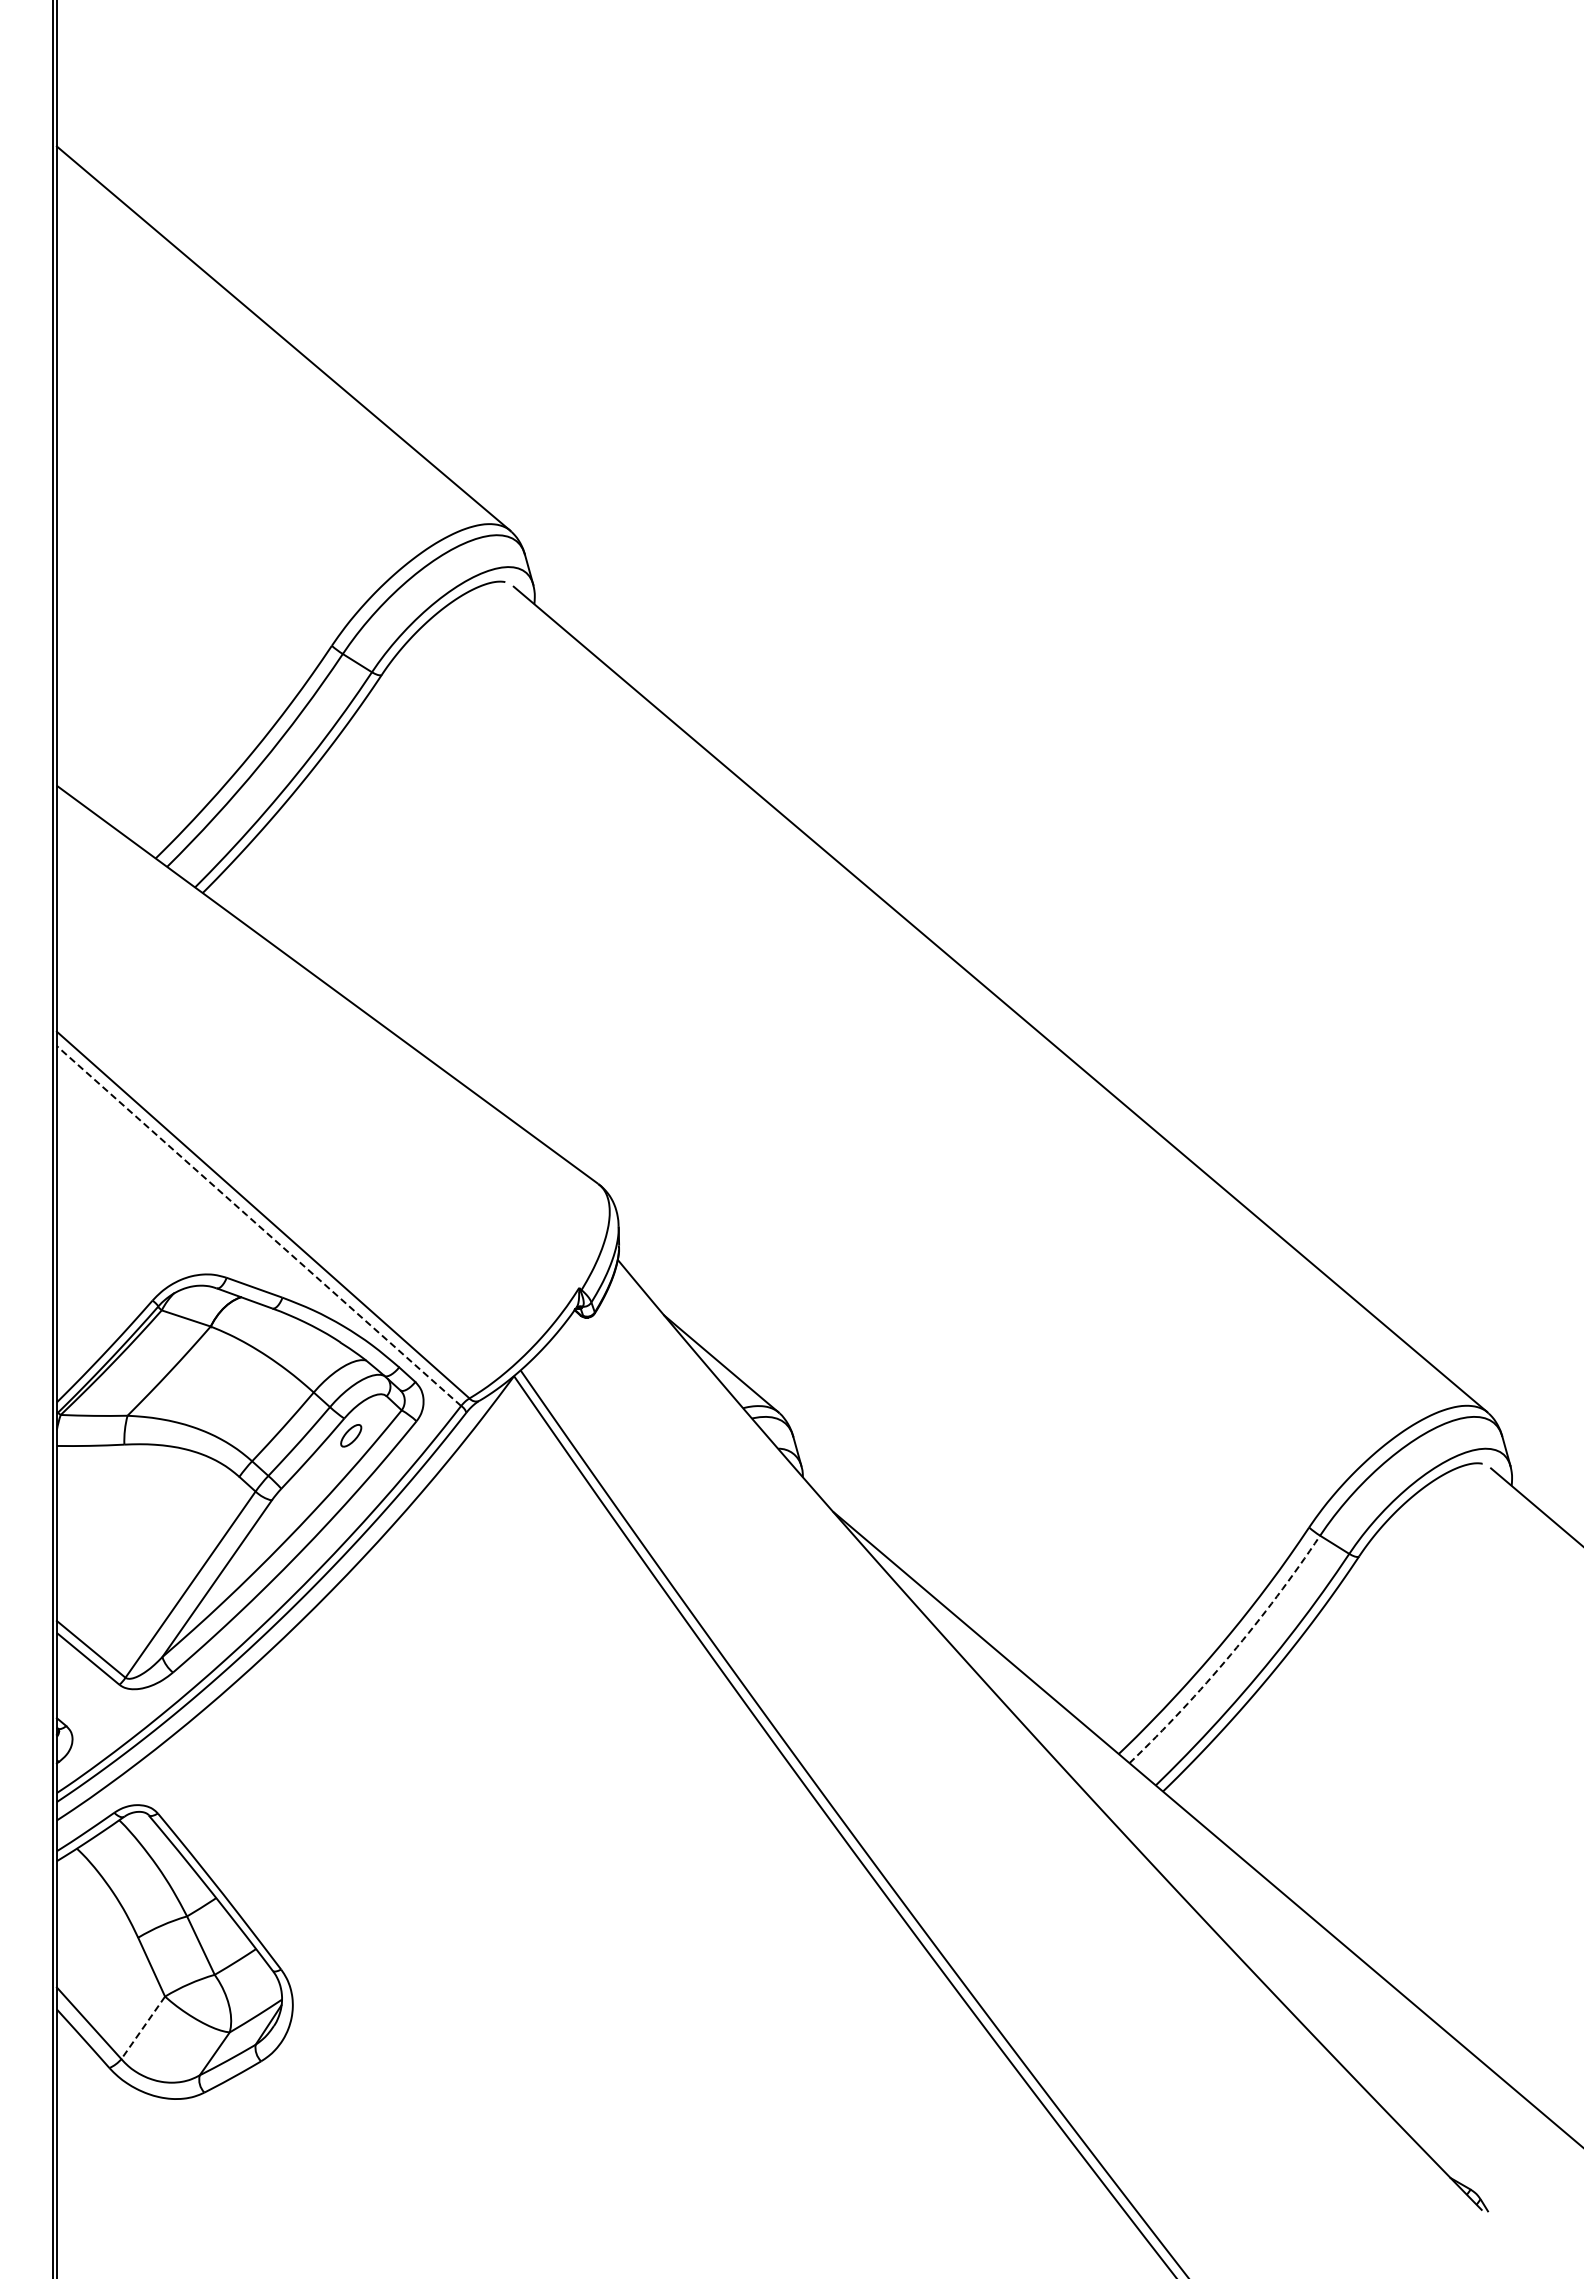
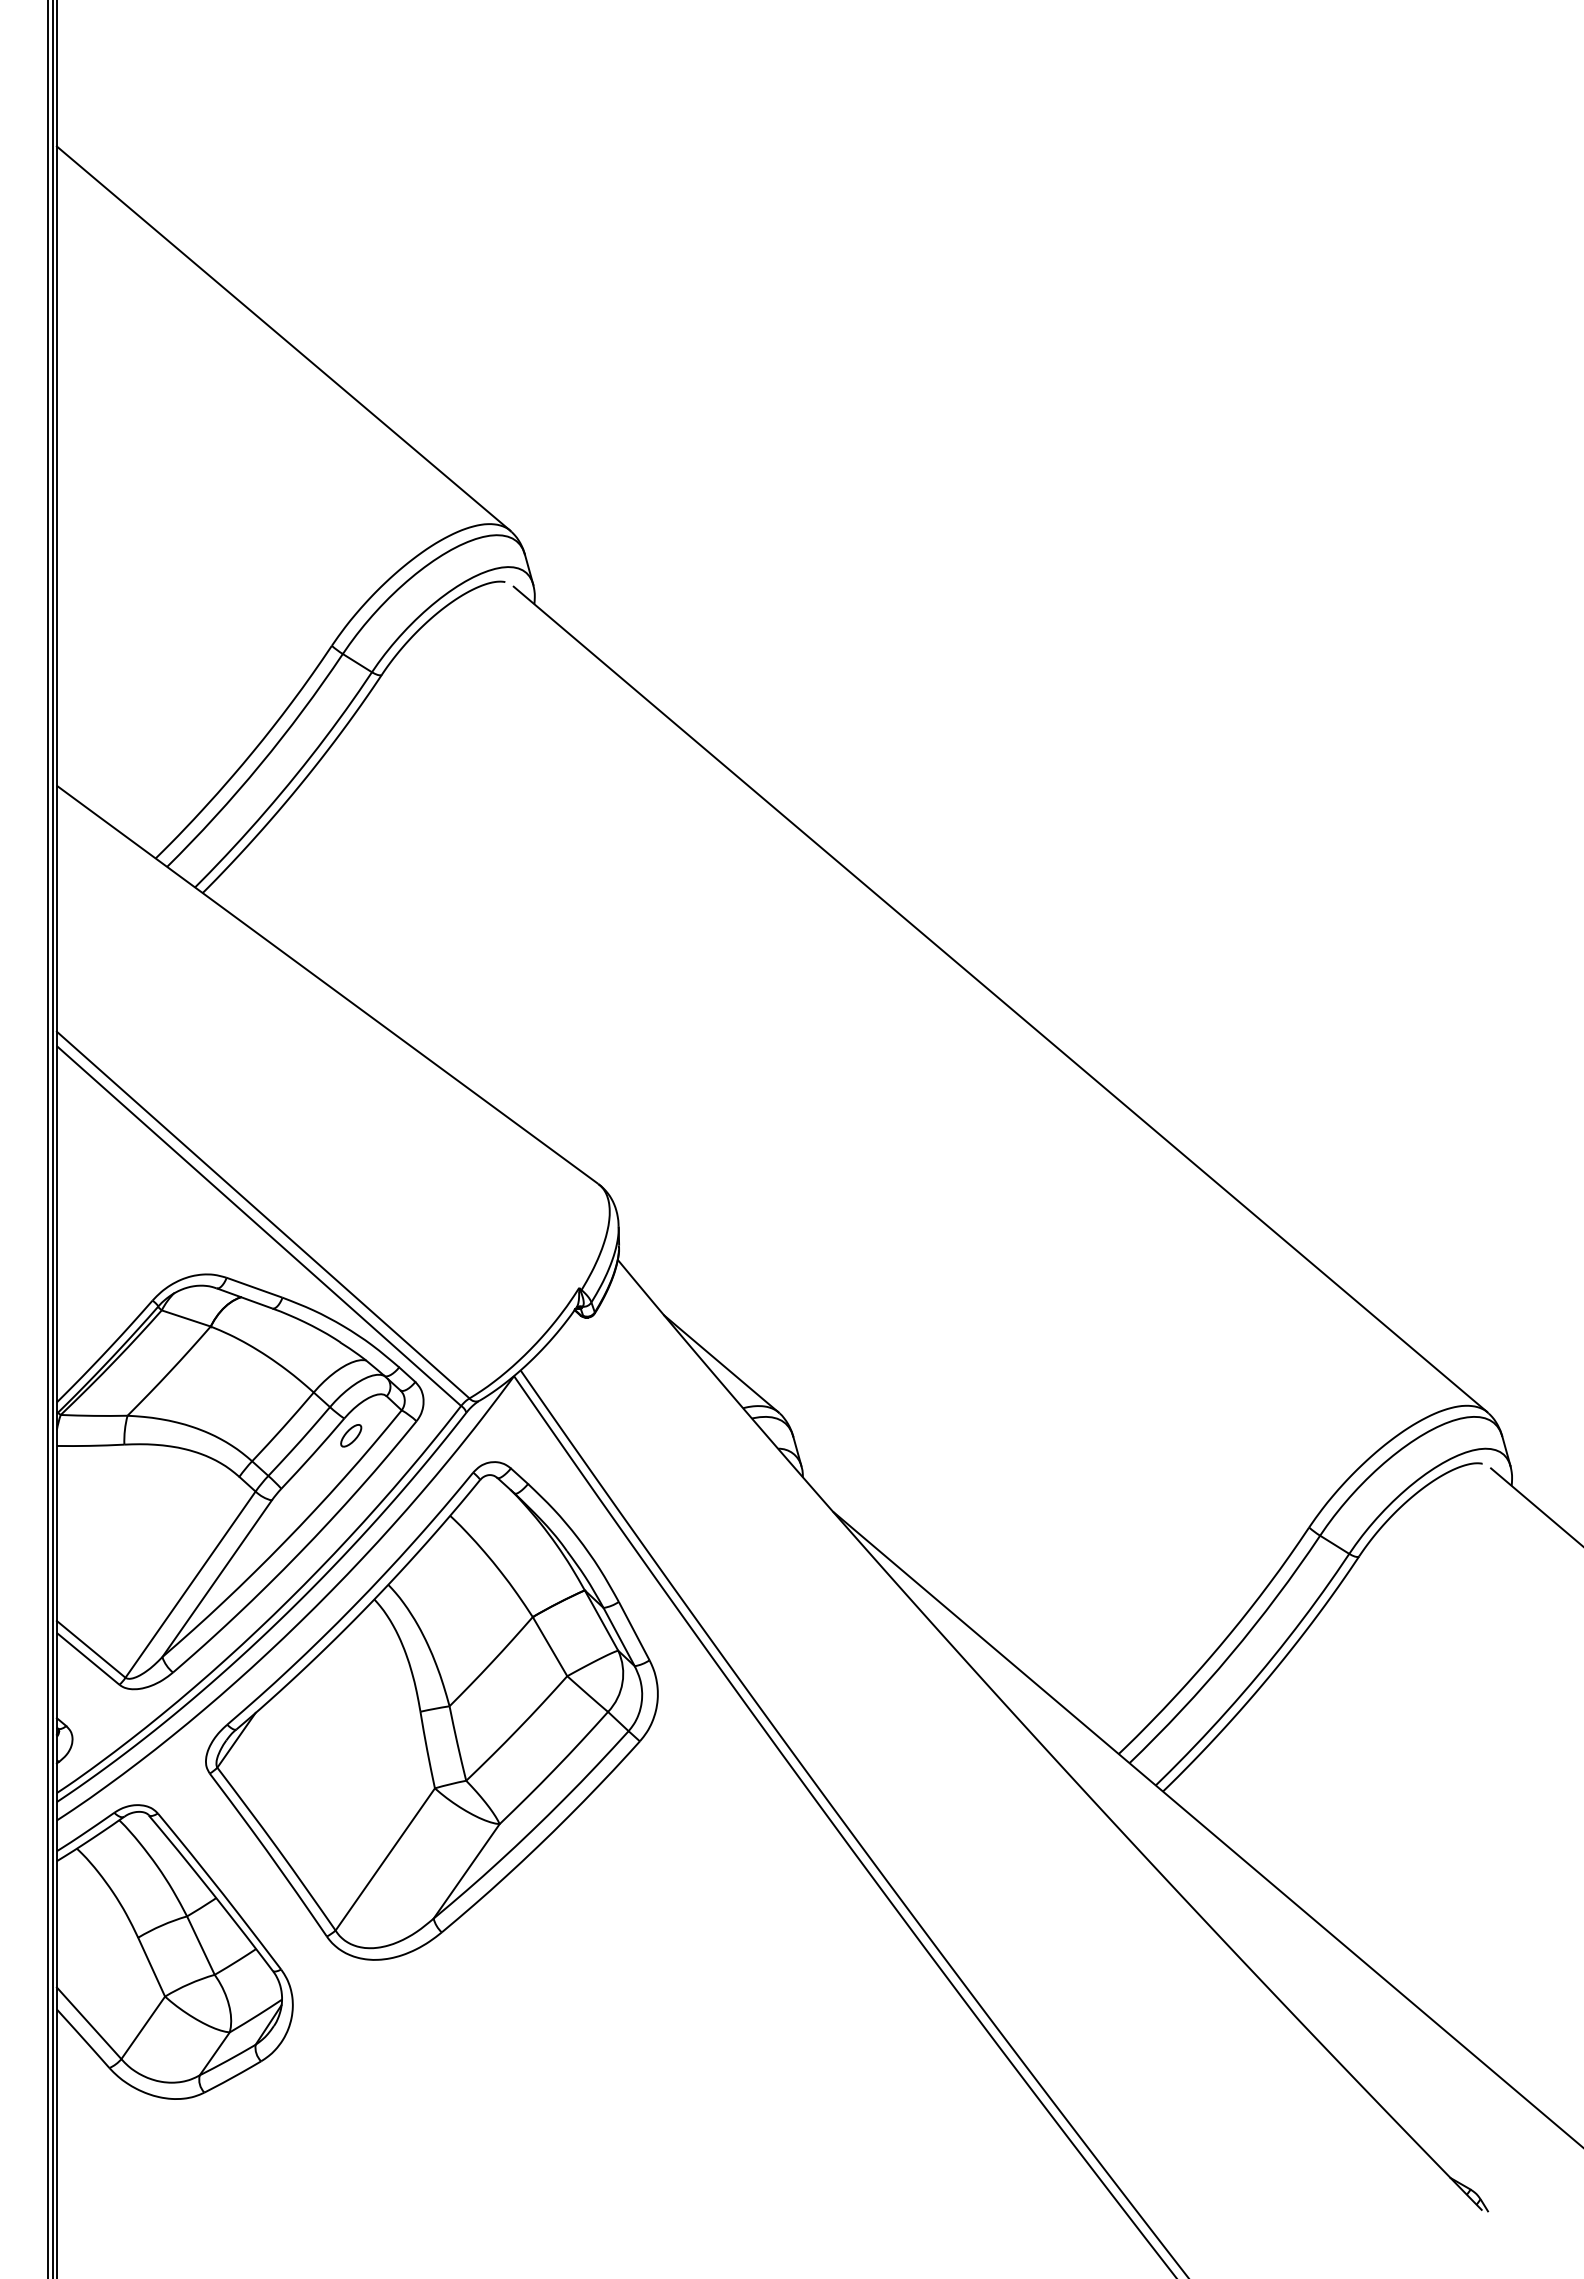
line at (47, 1138): none -> present
line at (258, 1225): dashed -> solid
arc at (1230, 1654): dashed -> solid
part at (431, 1710): none -> present
line at (142, 2028): dashed -> solid
